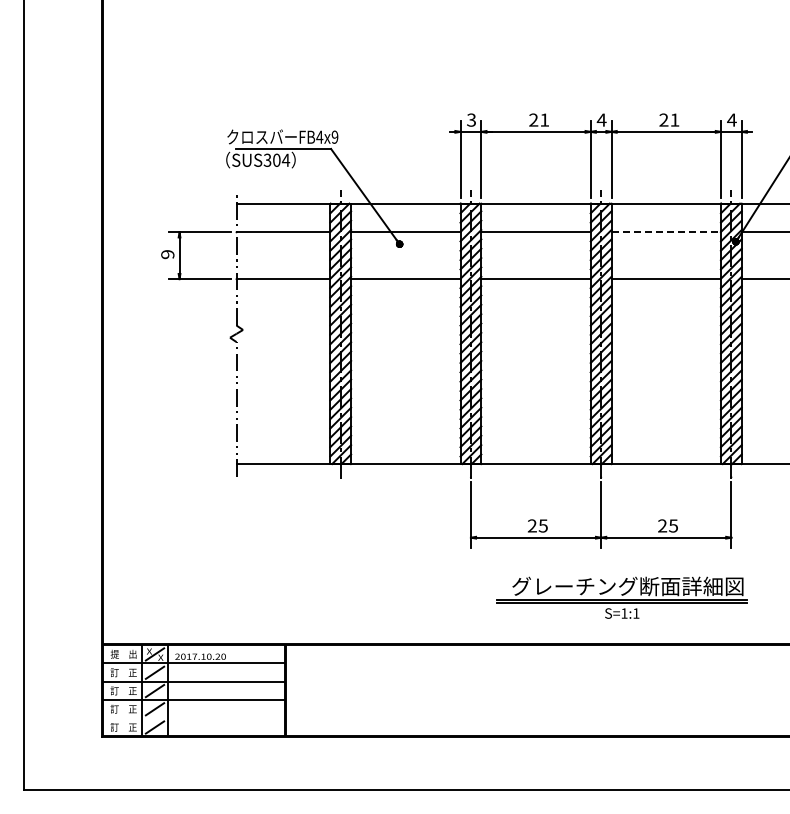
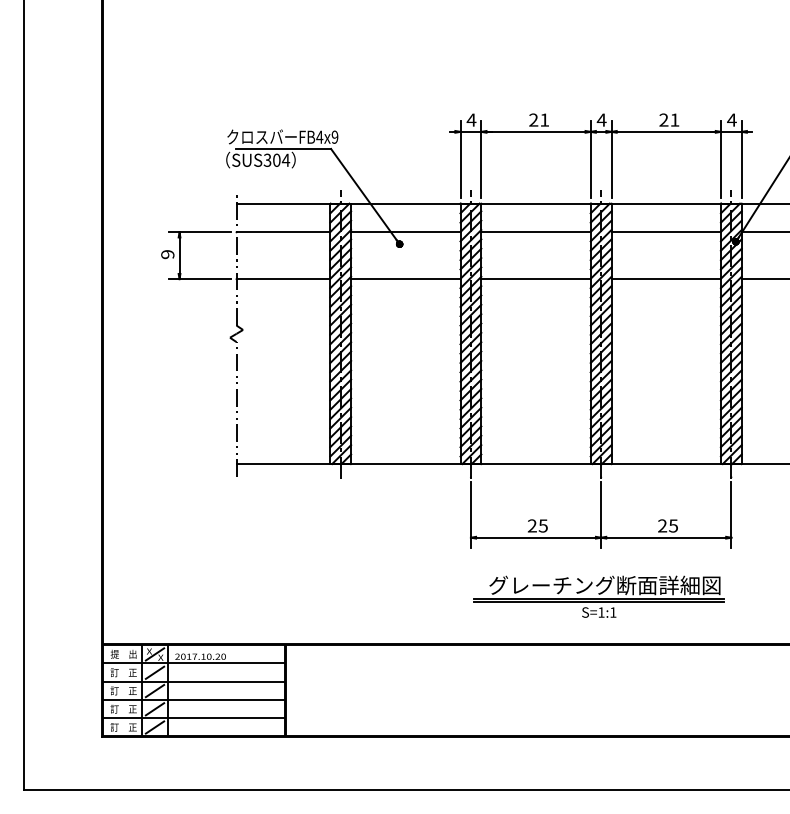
text at (471, 119): 3 -> 4
line at (666, 232): dashed -> solid
part at (621, 597) position: (621, 597) -> (598, 596)
line at (193, 717): none -> present
